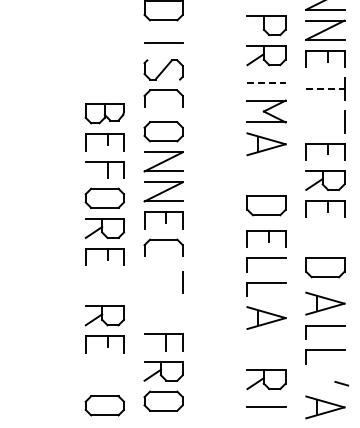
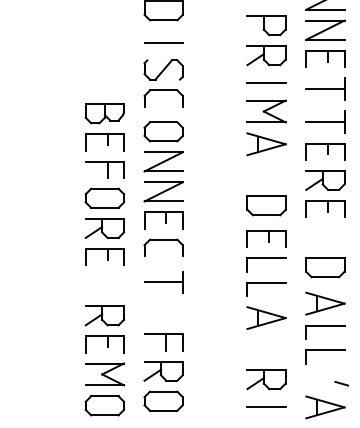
line at (267, 83): dashed -> solid
line at (325, 88): dashed -> solid
line at (325, 121): none -> present
line at (163, 282): none -> present
part at (104, 374): none -> present
